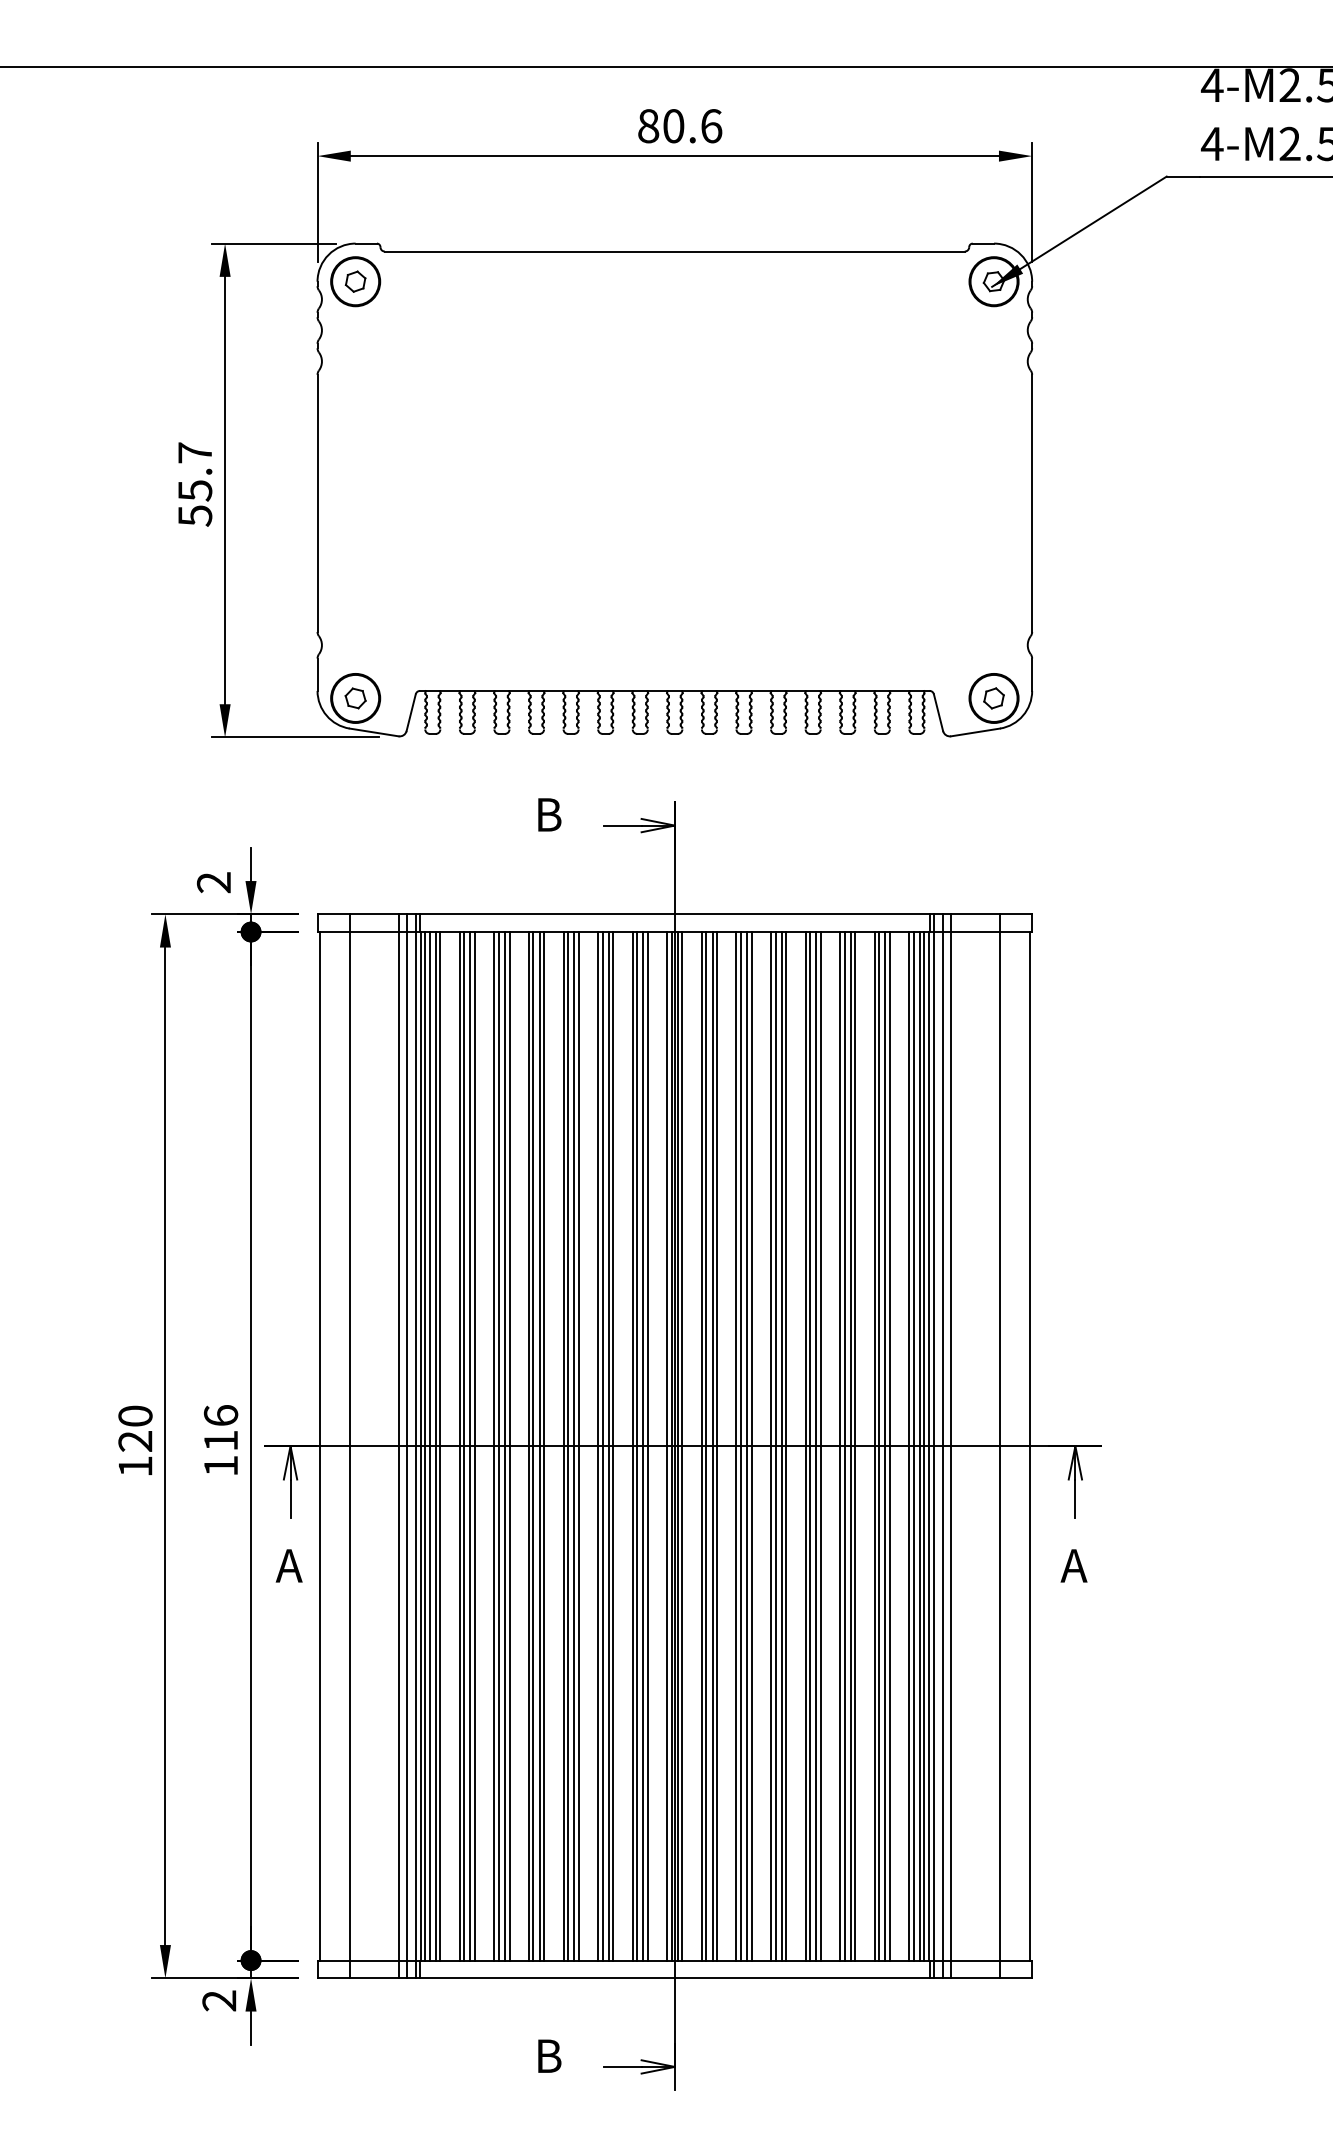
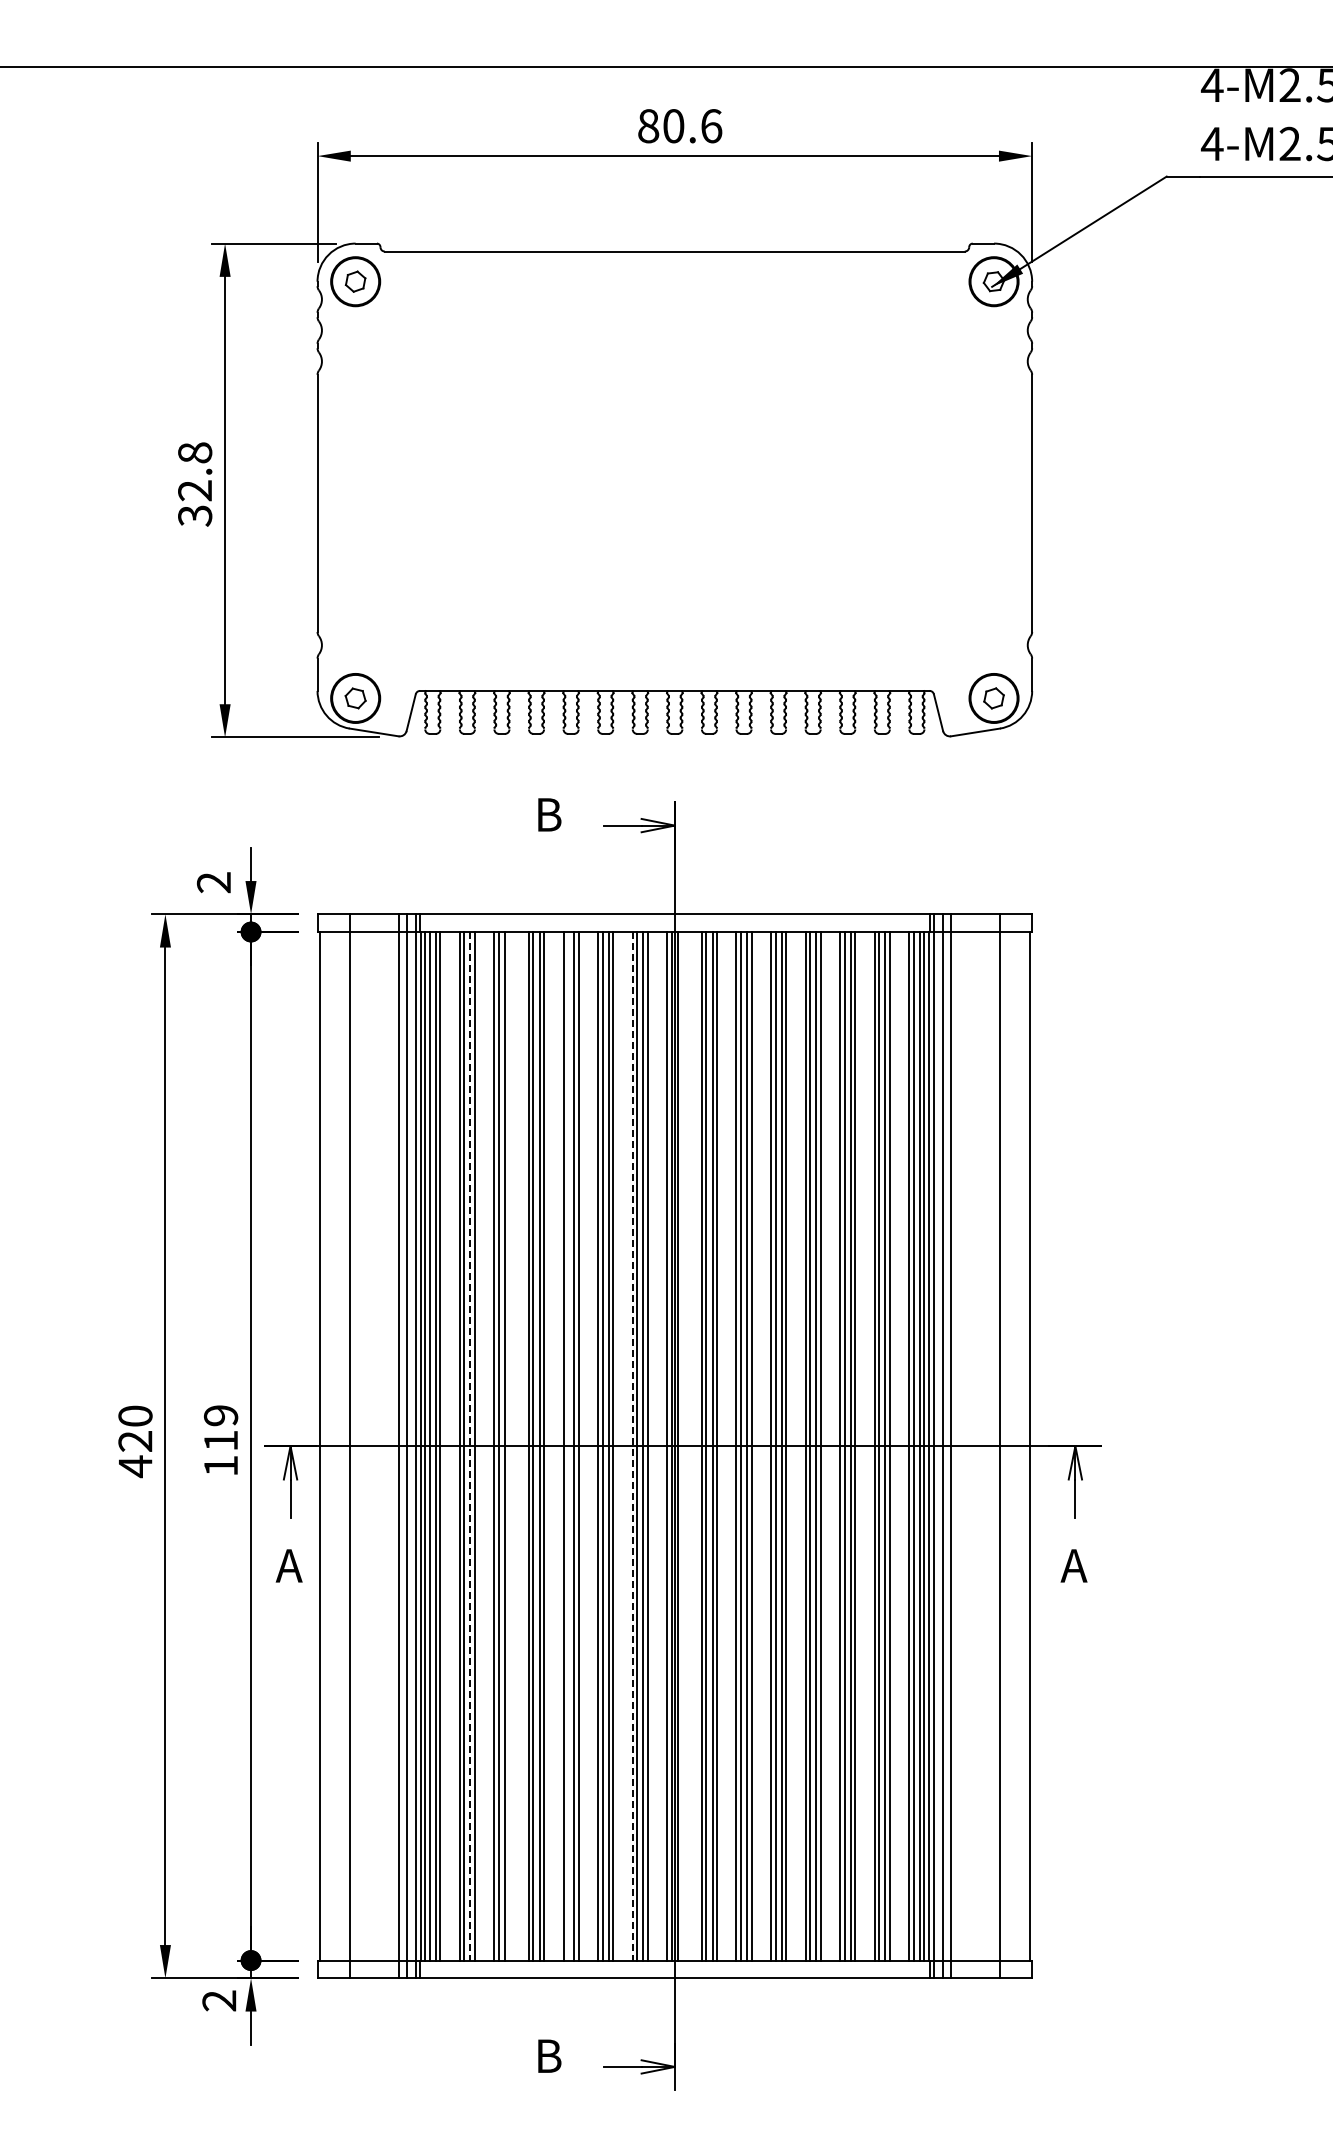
text at (195, 484): 55.7 -> 32.8
text at (220, 1415): 116 -> 119
line at (470, 1446): solid -> dashed
line at (509, 1446): present -> none
line at (568, 1446): present -> none
line at (632, 1446): solid -> dashed
line at (682, 1446): present -> none
text at (135, 1466): 120 -> 420
